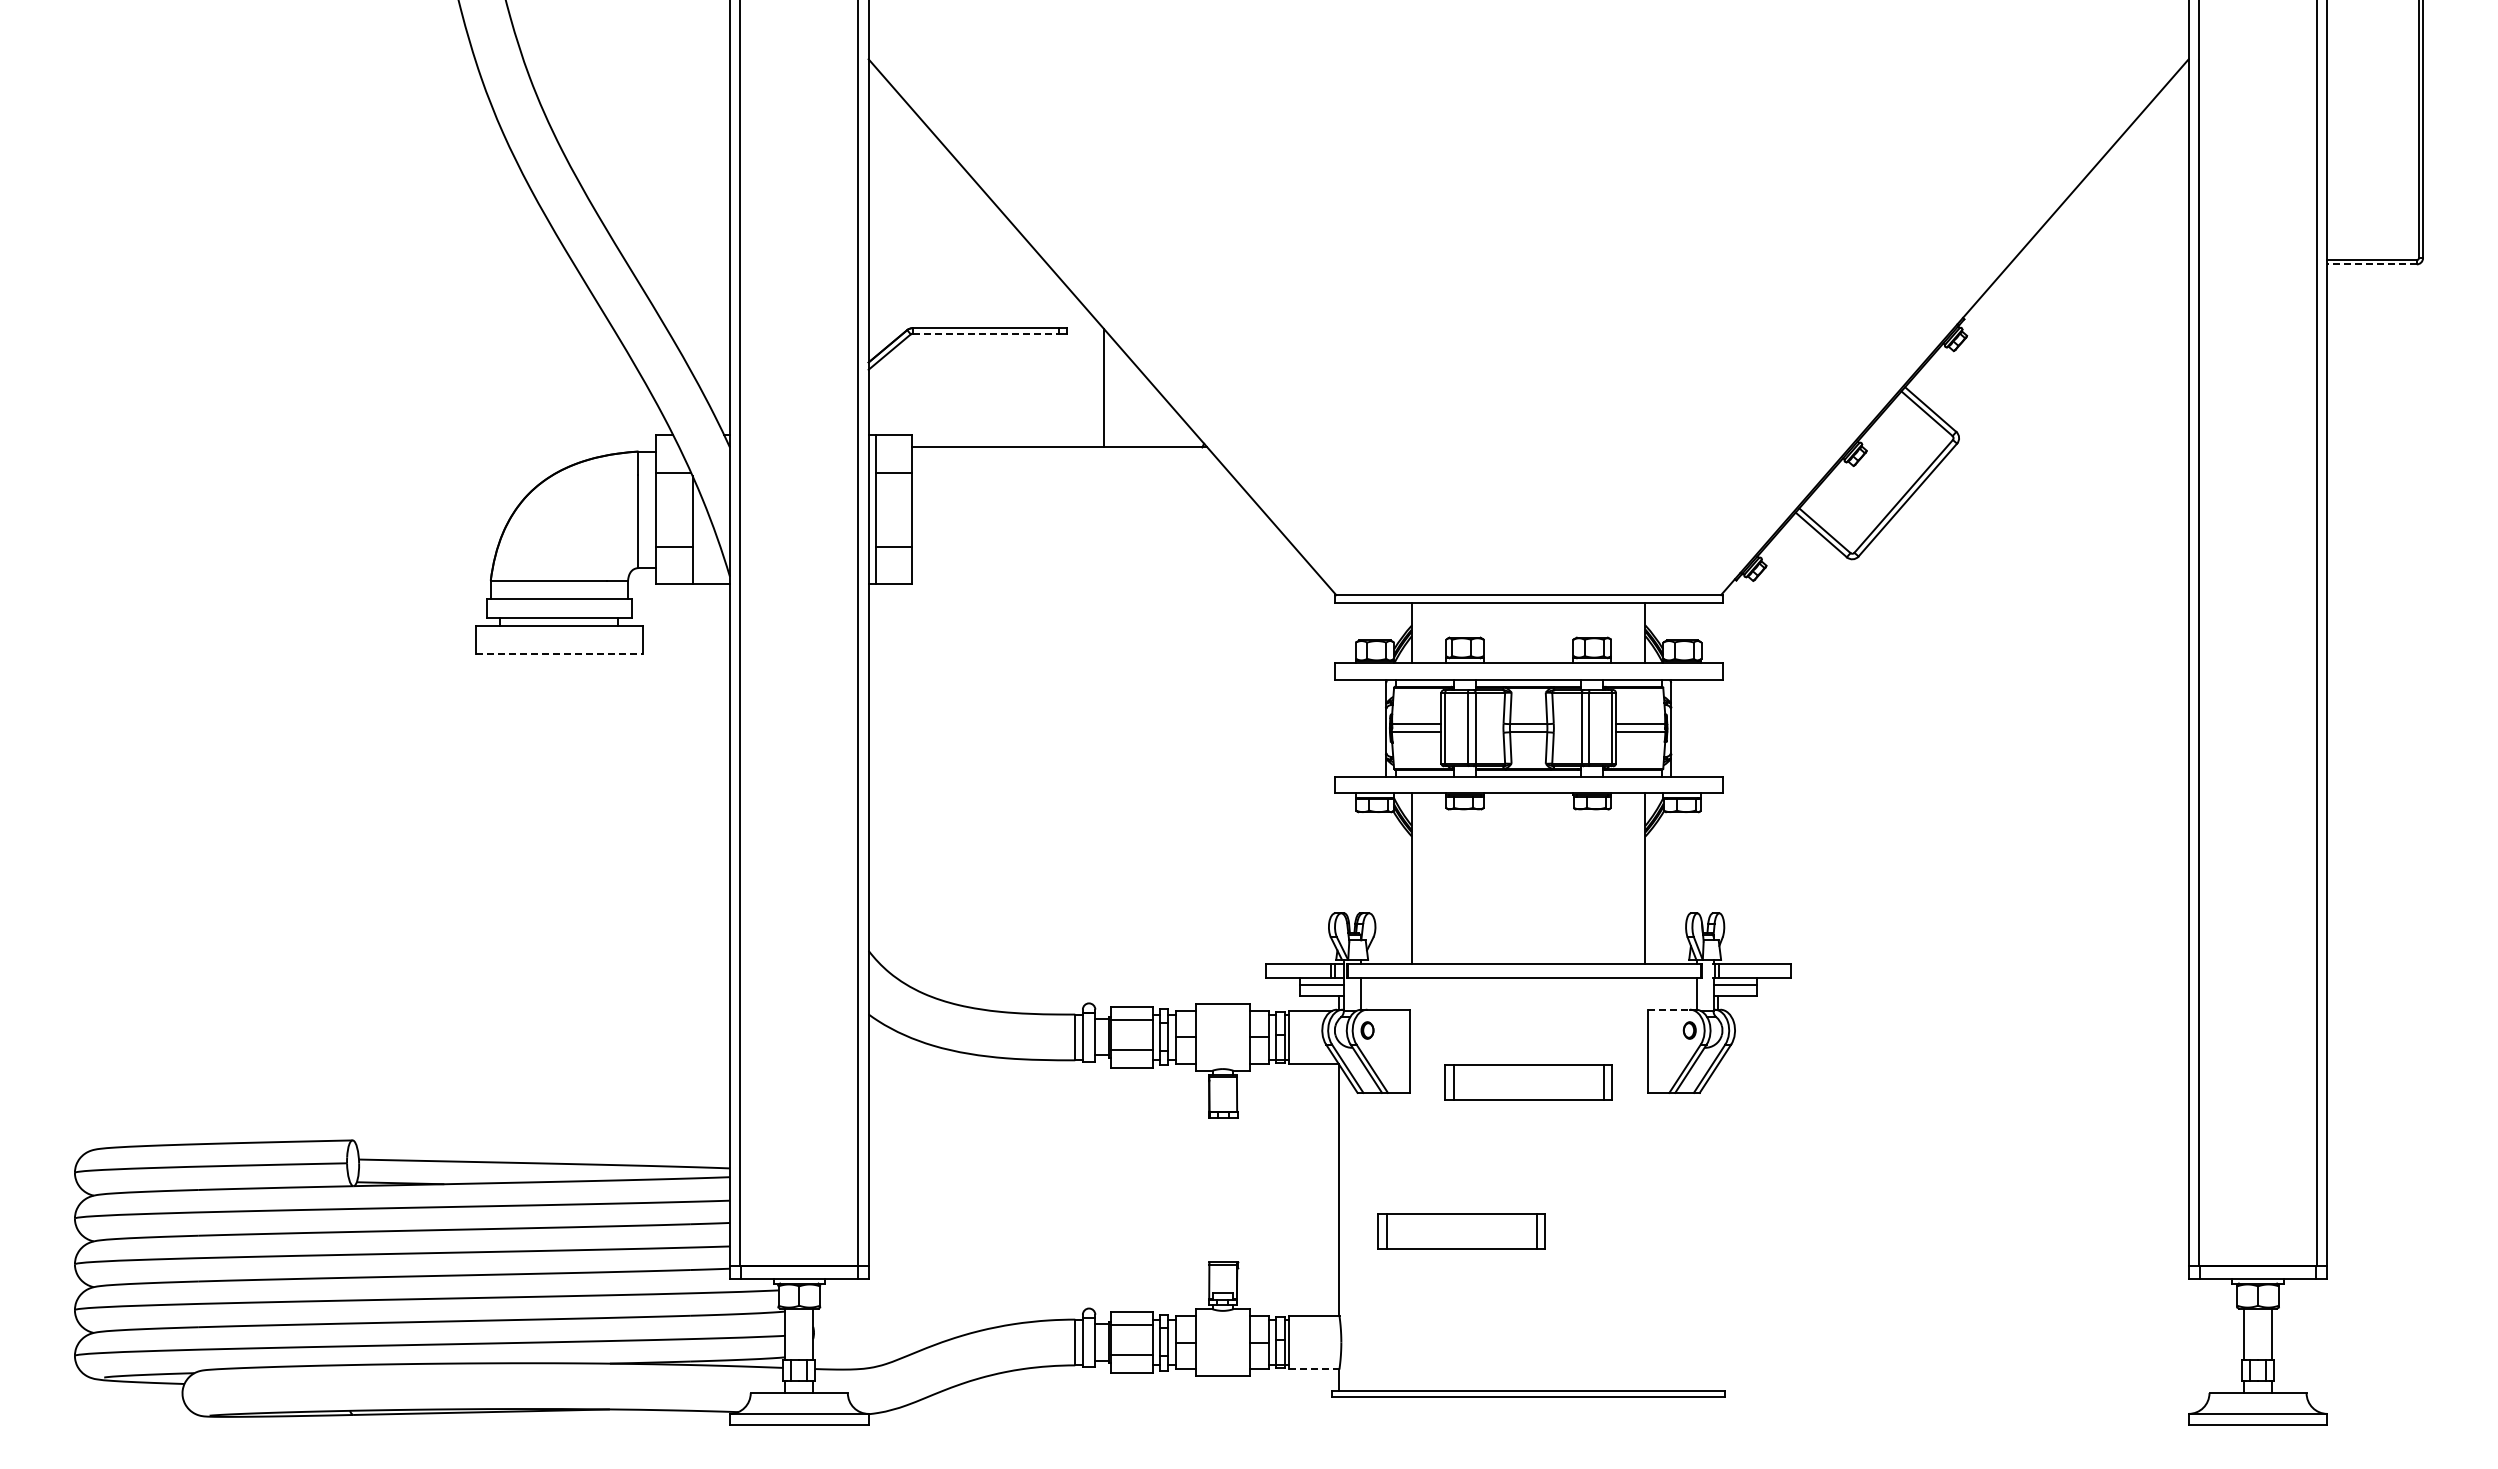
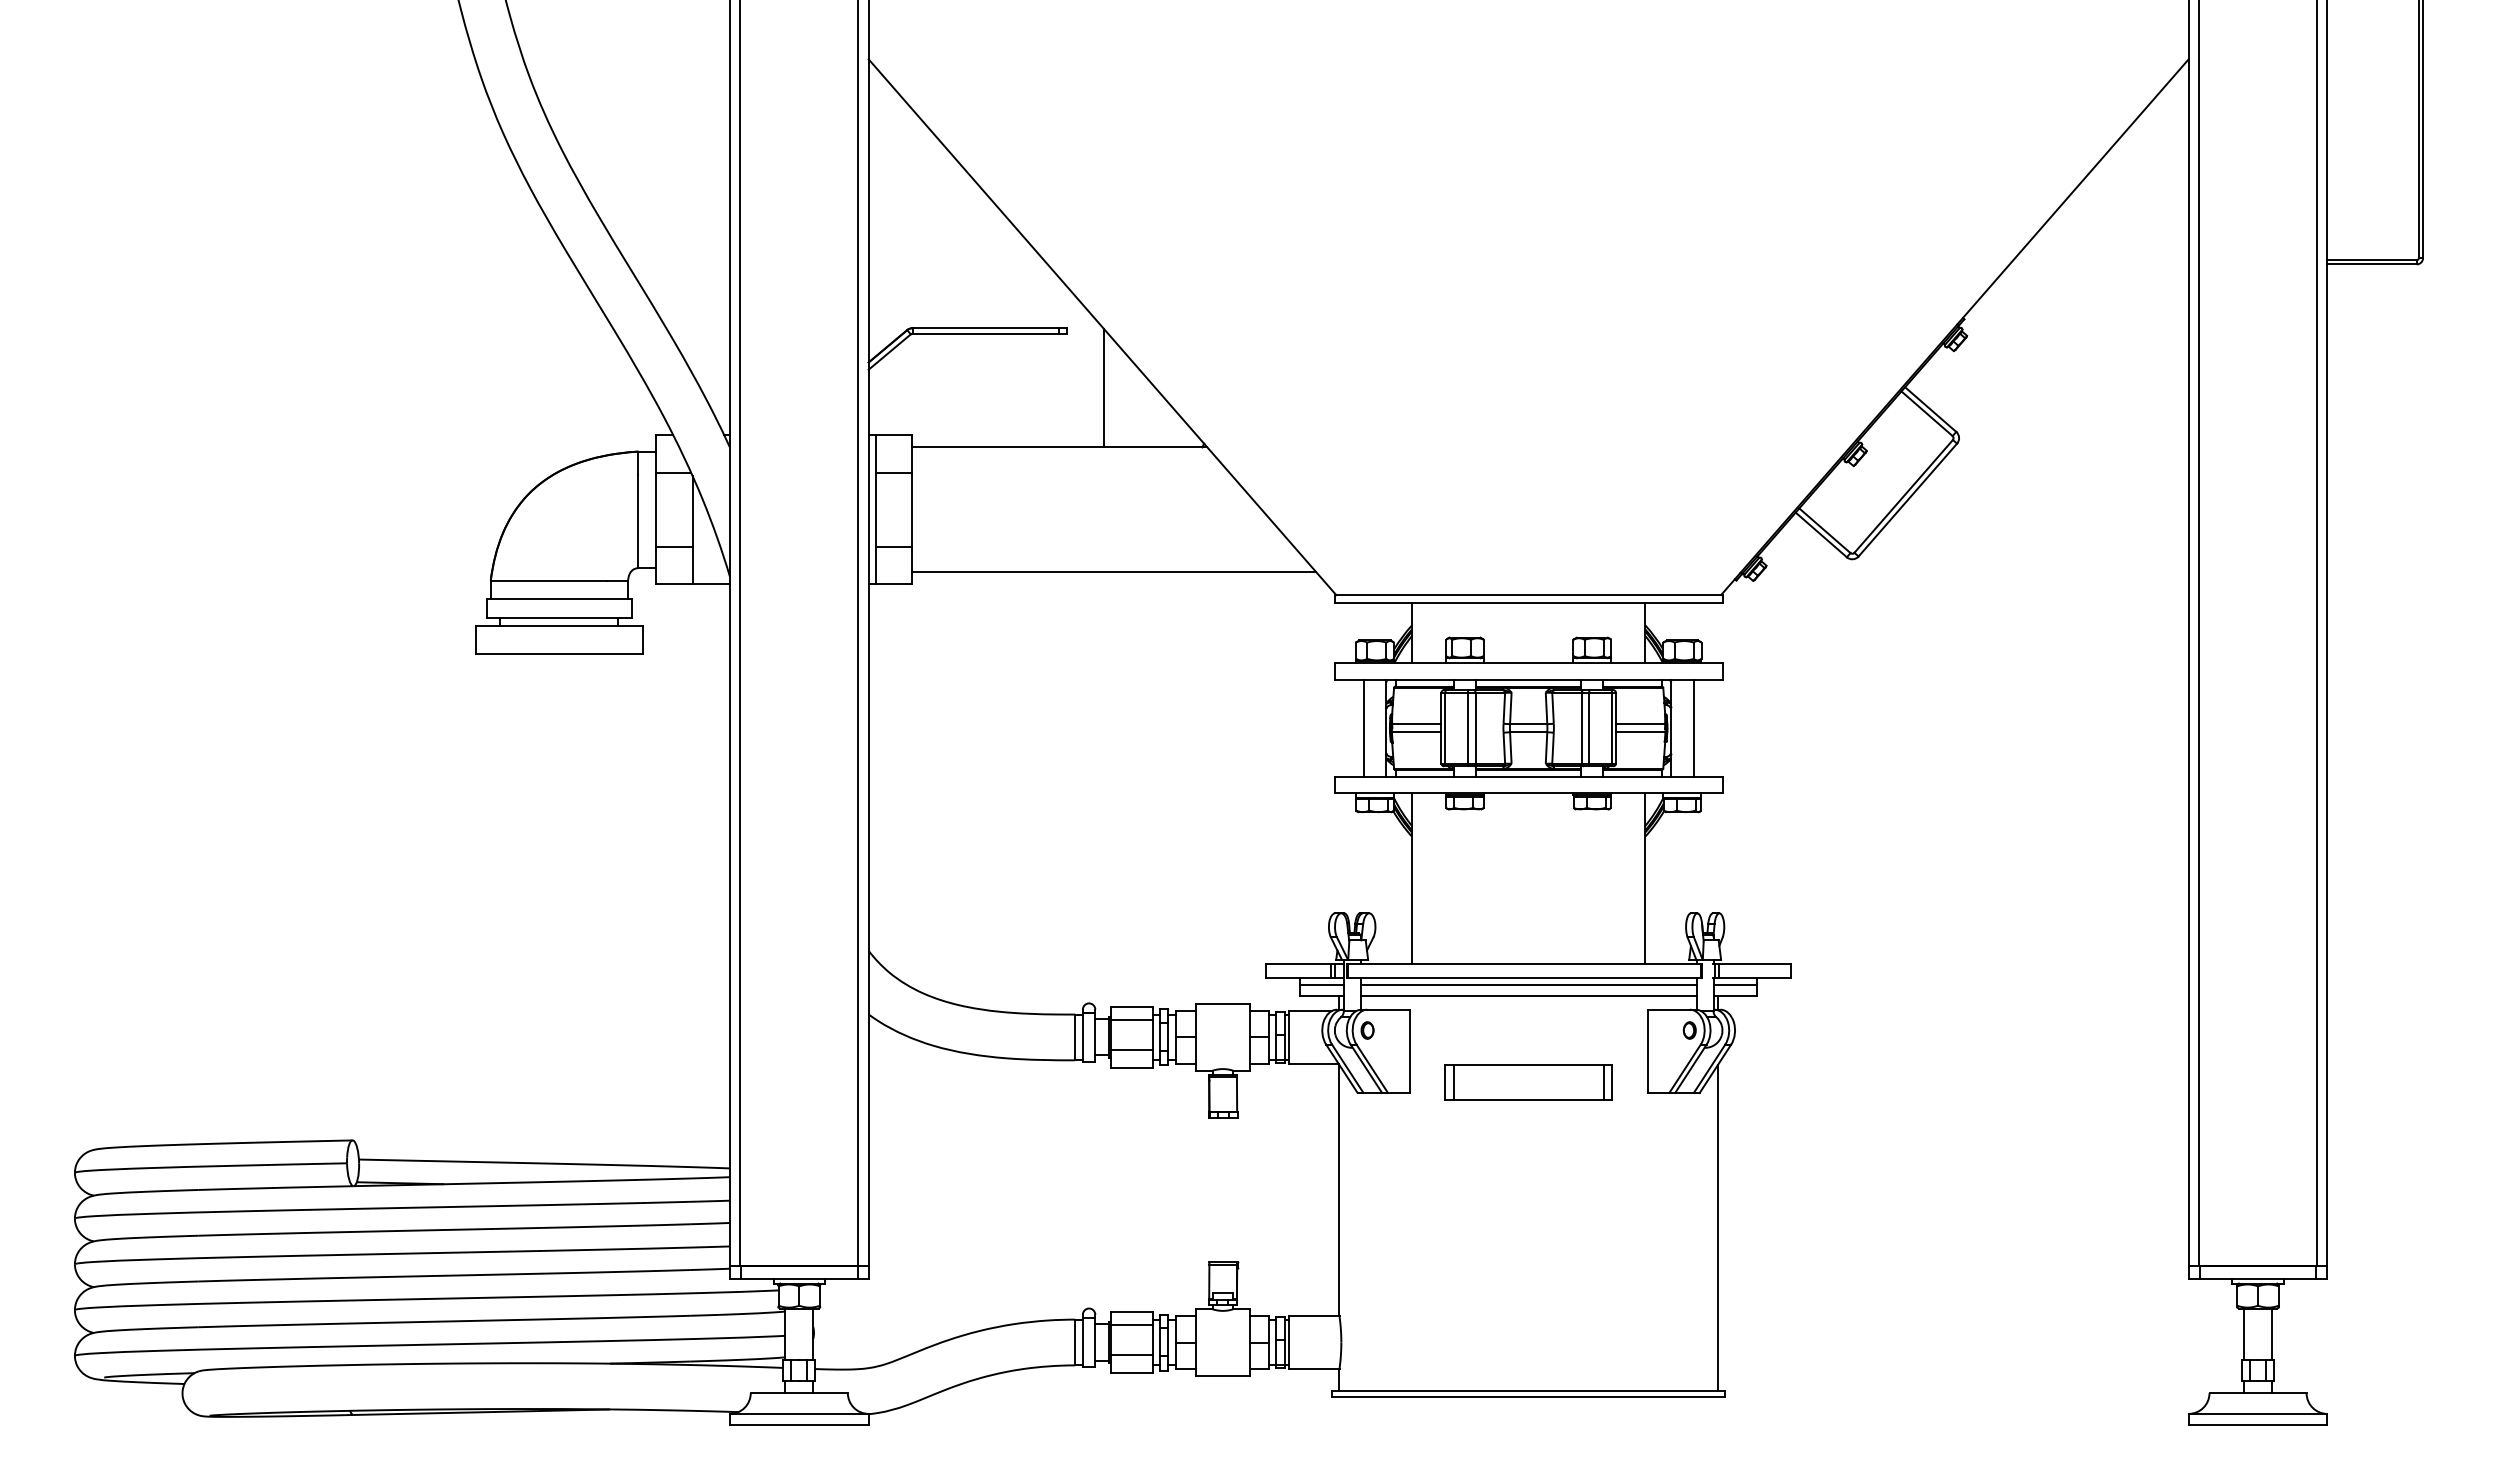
line at (2372, 264): dashed -> solid
line at (986, 333): dashed -> solid
line at (1113, 572): none -> present
line at (559, 654): dashed -> solid
line at (1363, 727): none -> present
line at (1693, 727): none -> present
line at (1528, 984): none -> present
line at (1528, 995): none -> present
line at (1669, 1009): dashed -> solid
line at (1717, 1227): none -> present
part at (1461, 1231): present -> none
line at (1313, 1368): dashed -> solid
